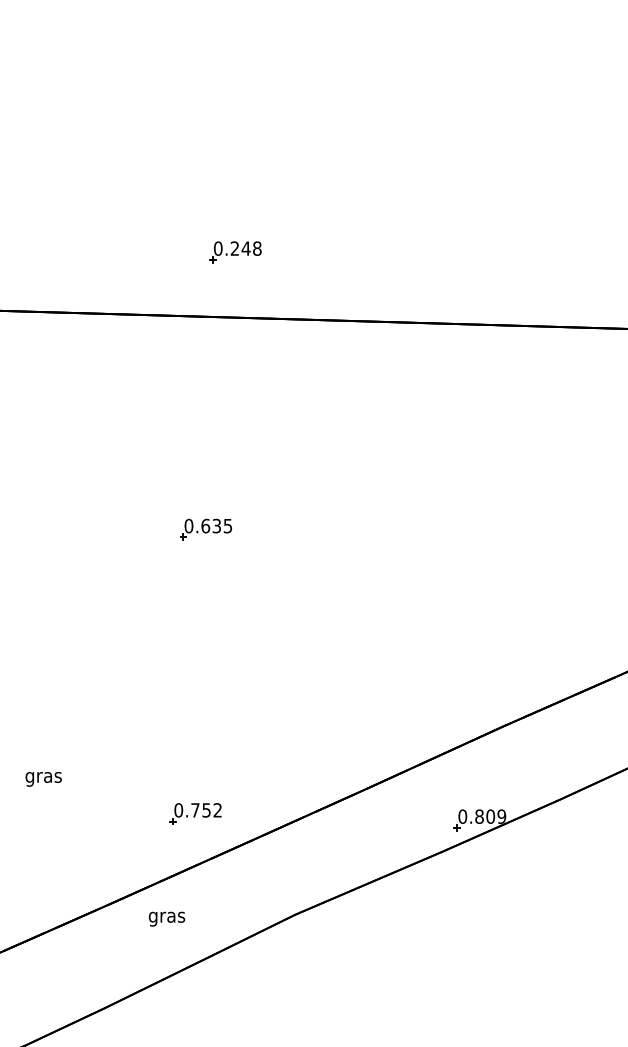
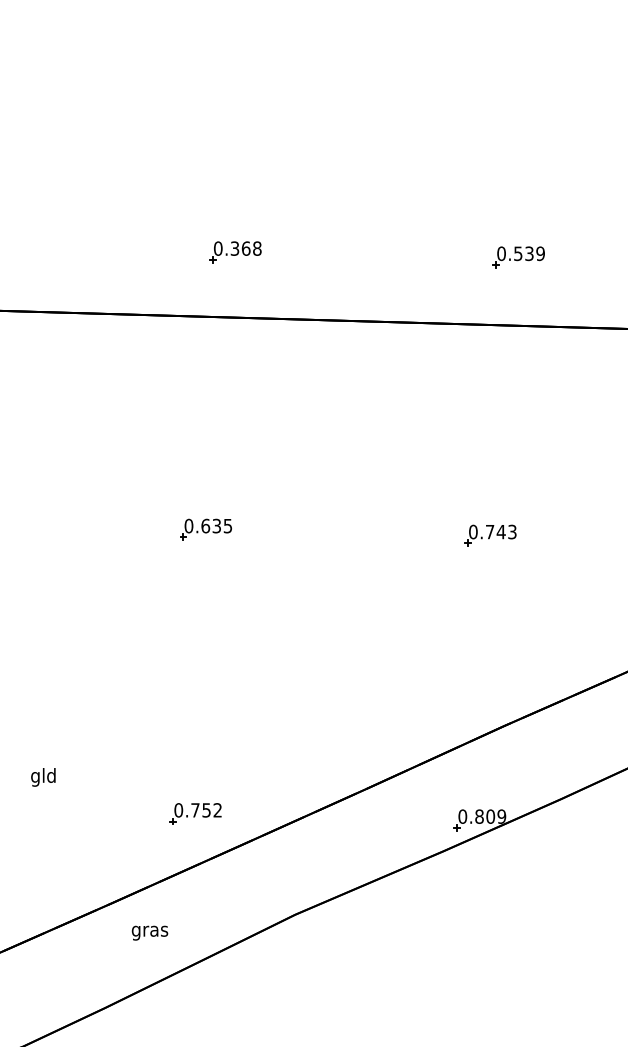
text at (240, 248): 0.248 -> 0.368
part at (518, 257): none -> present
part at (490, 535): none -> present
text at (43, 777): gras -> gld
text at (166, 918) position: (166, 918) -> (149, 932)
